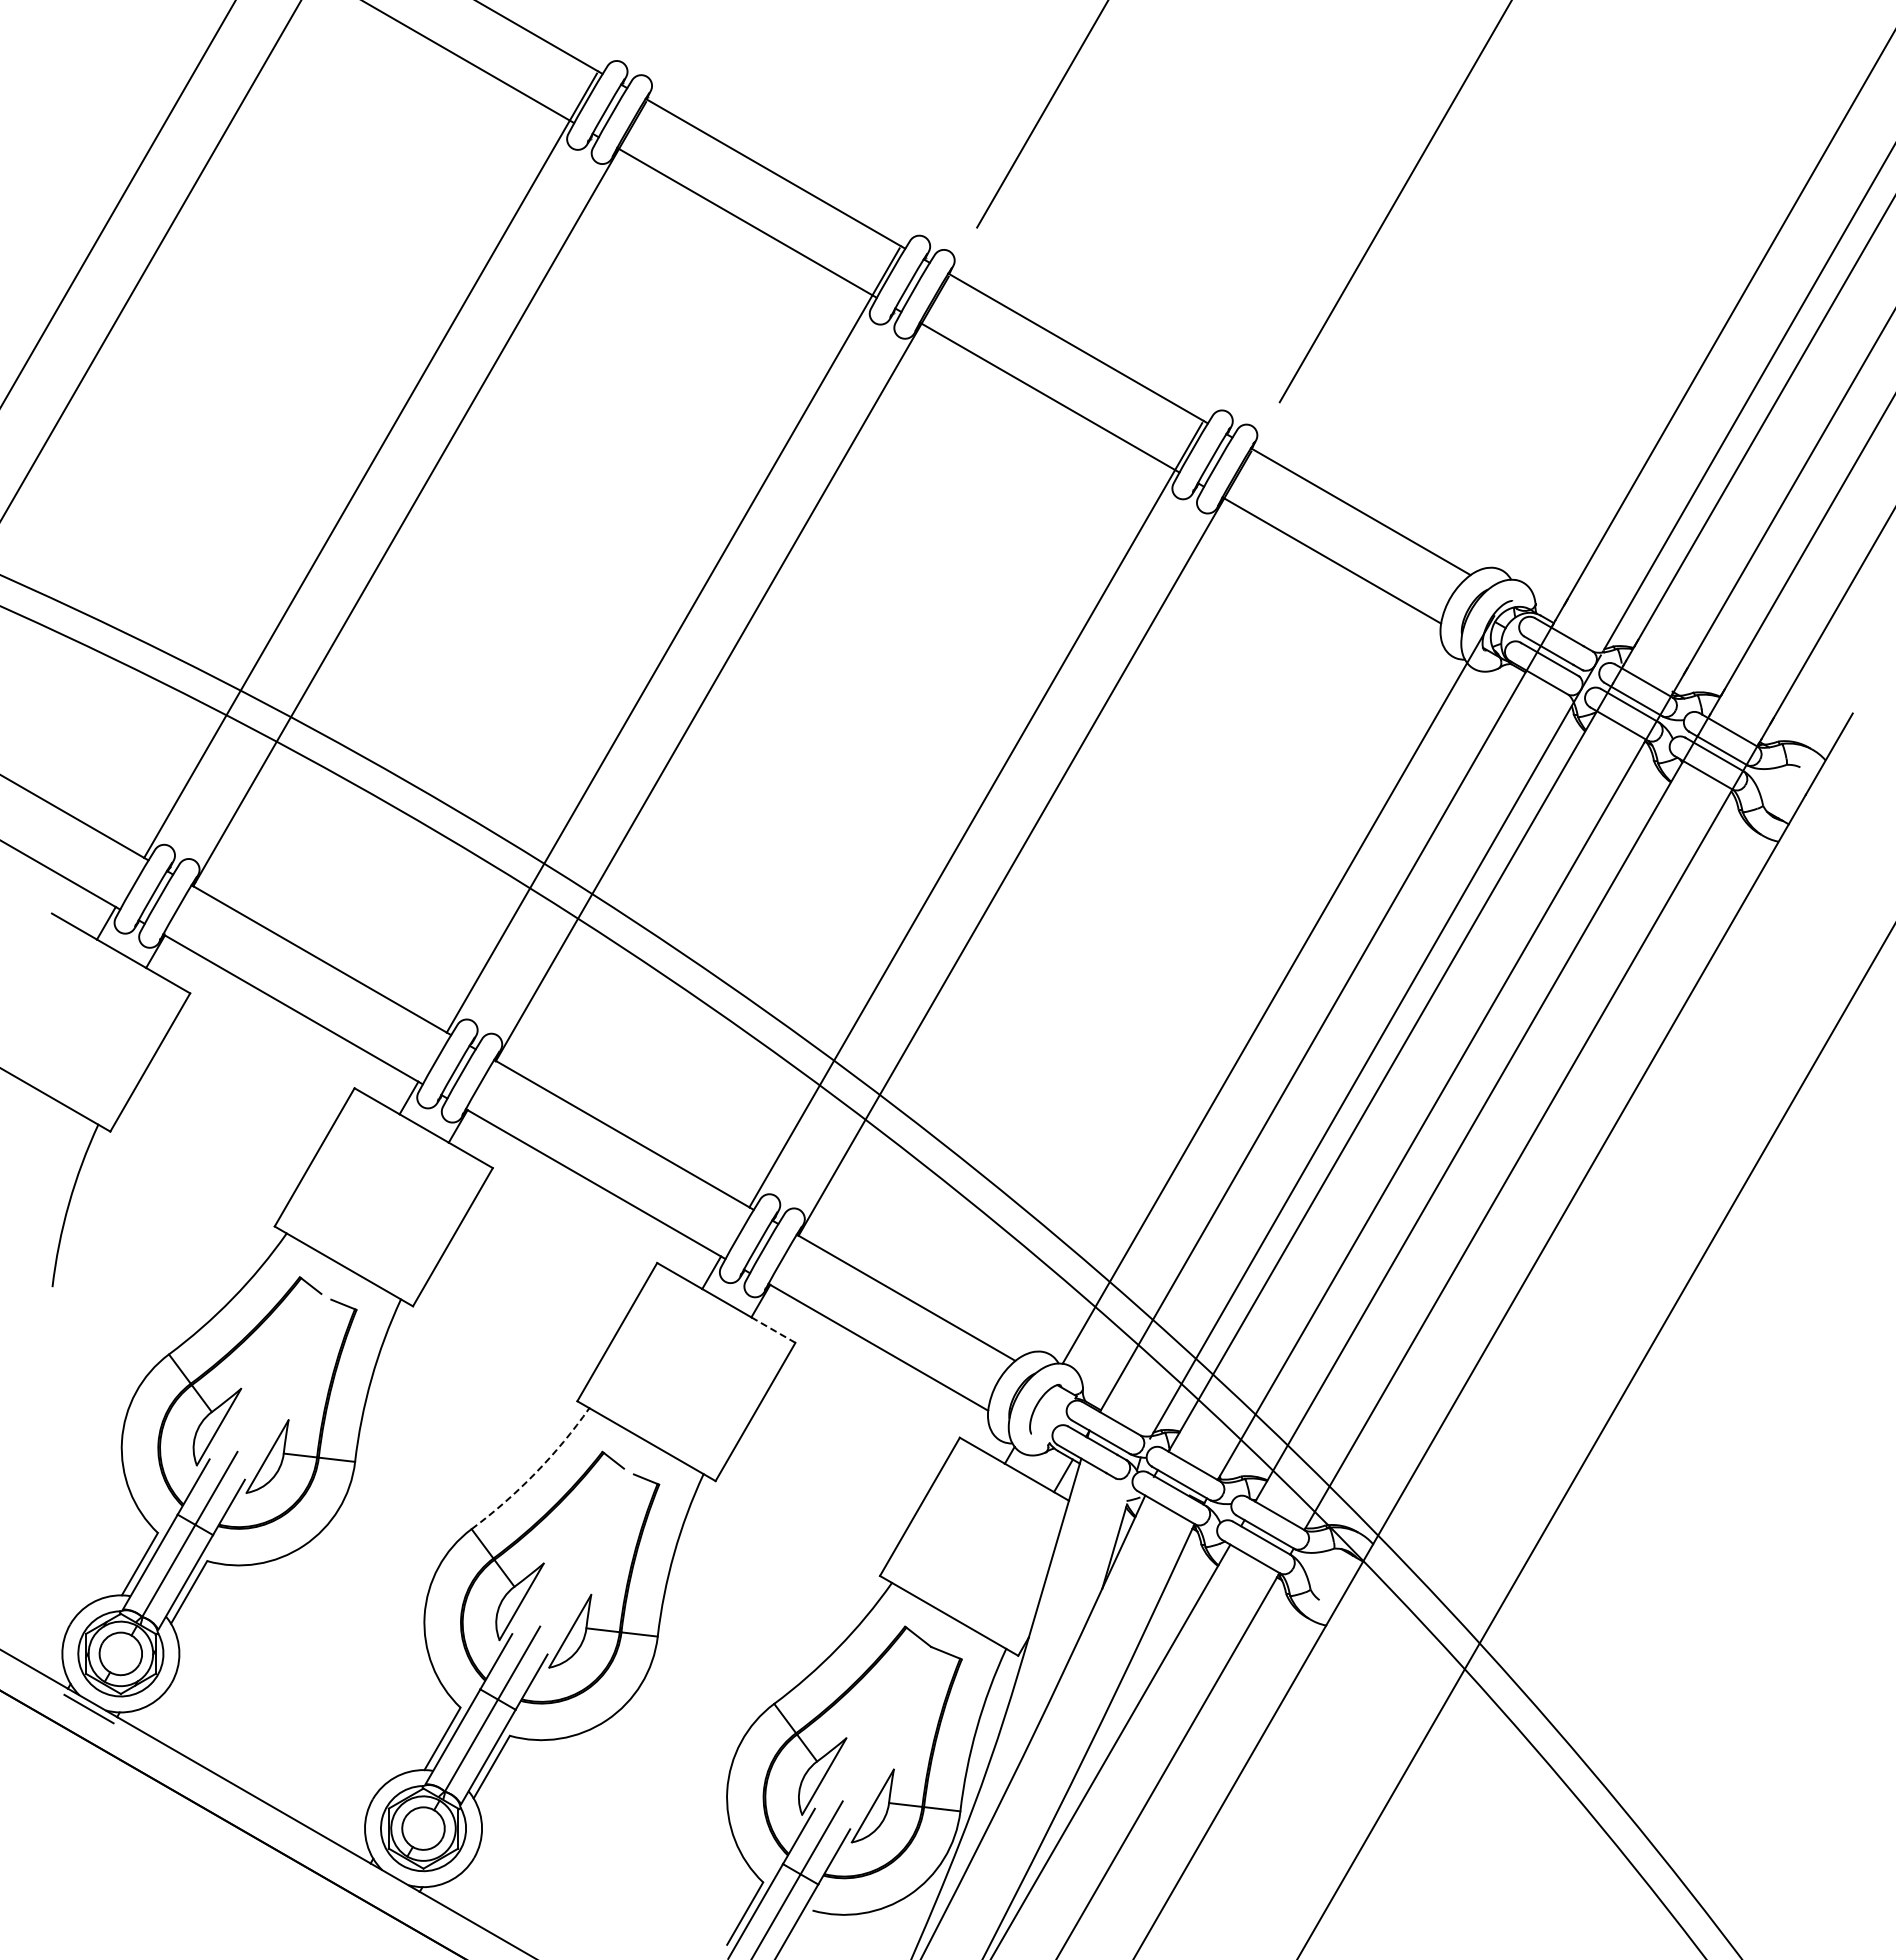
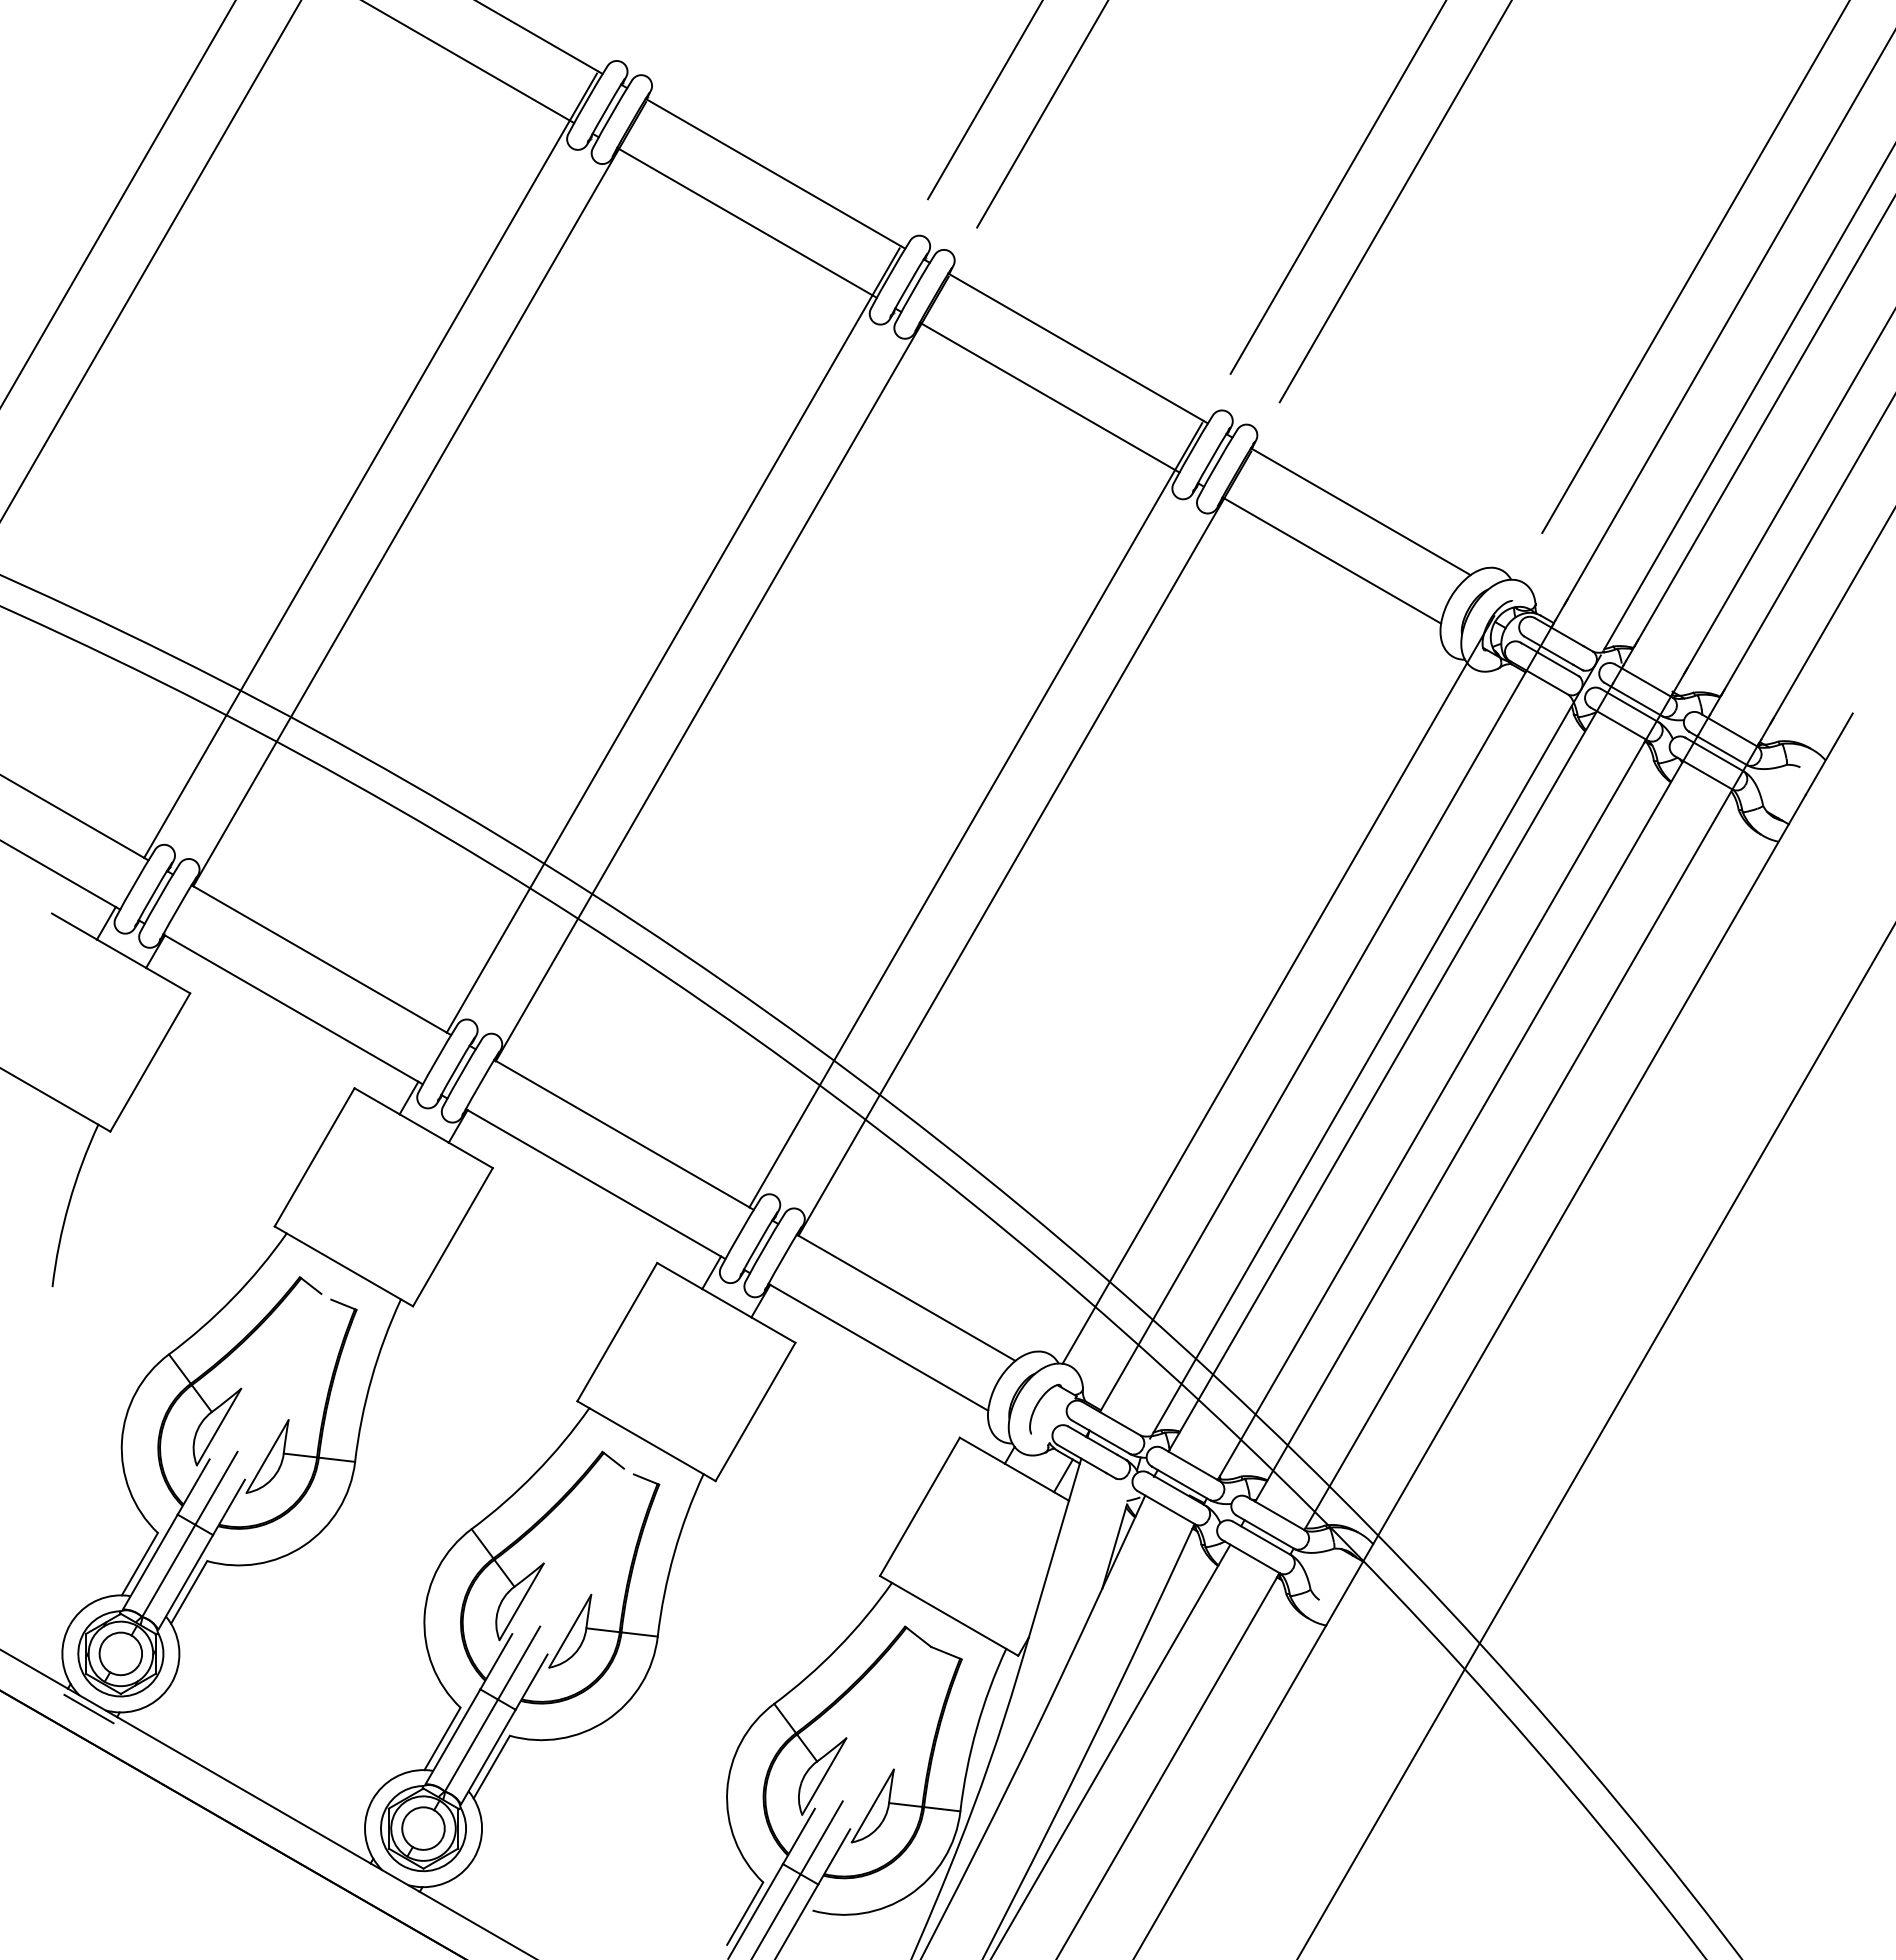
line at (984, 100): none -> present
line at (1337, 187): none -> present
line at (1695, 267): none -> present
line at (773, 1330): dashed -> solid
arc at (535, 1473): dashed -> solid
